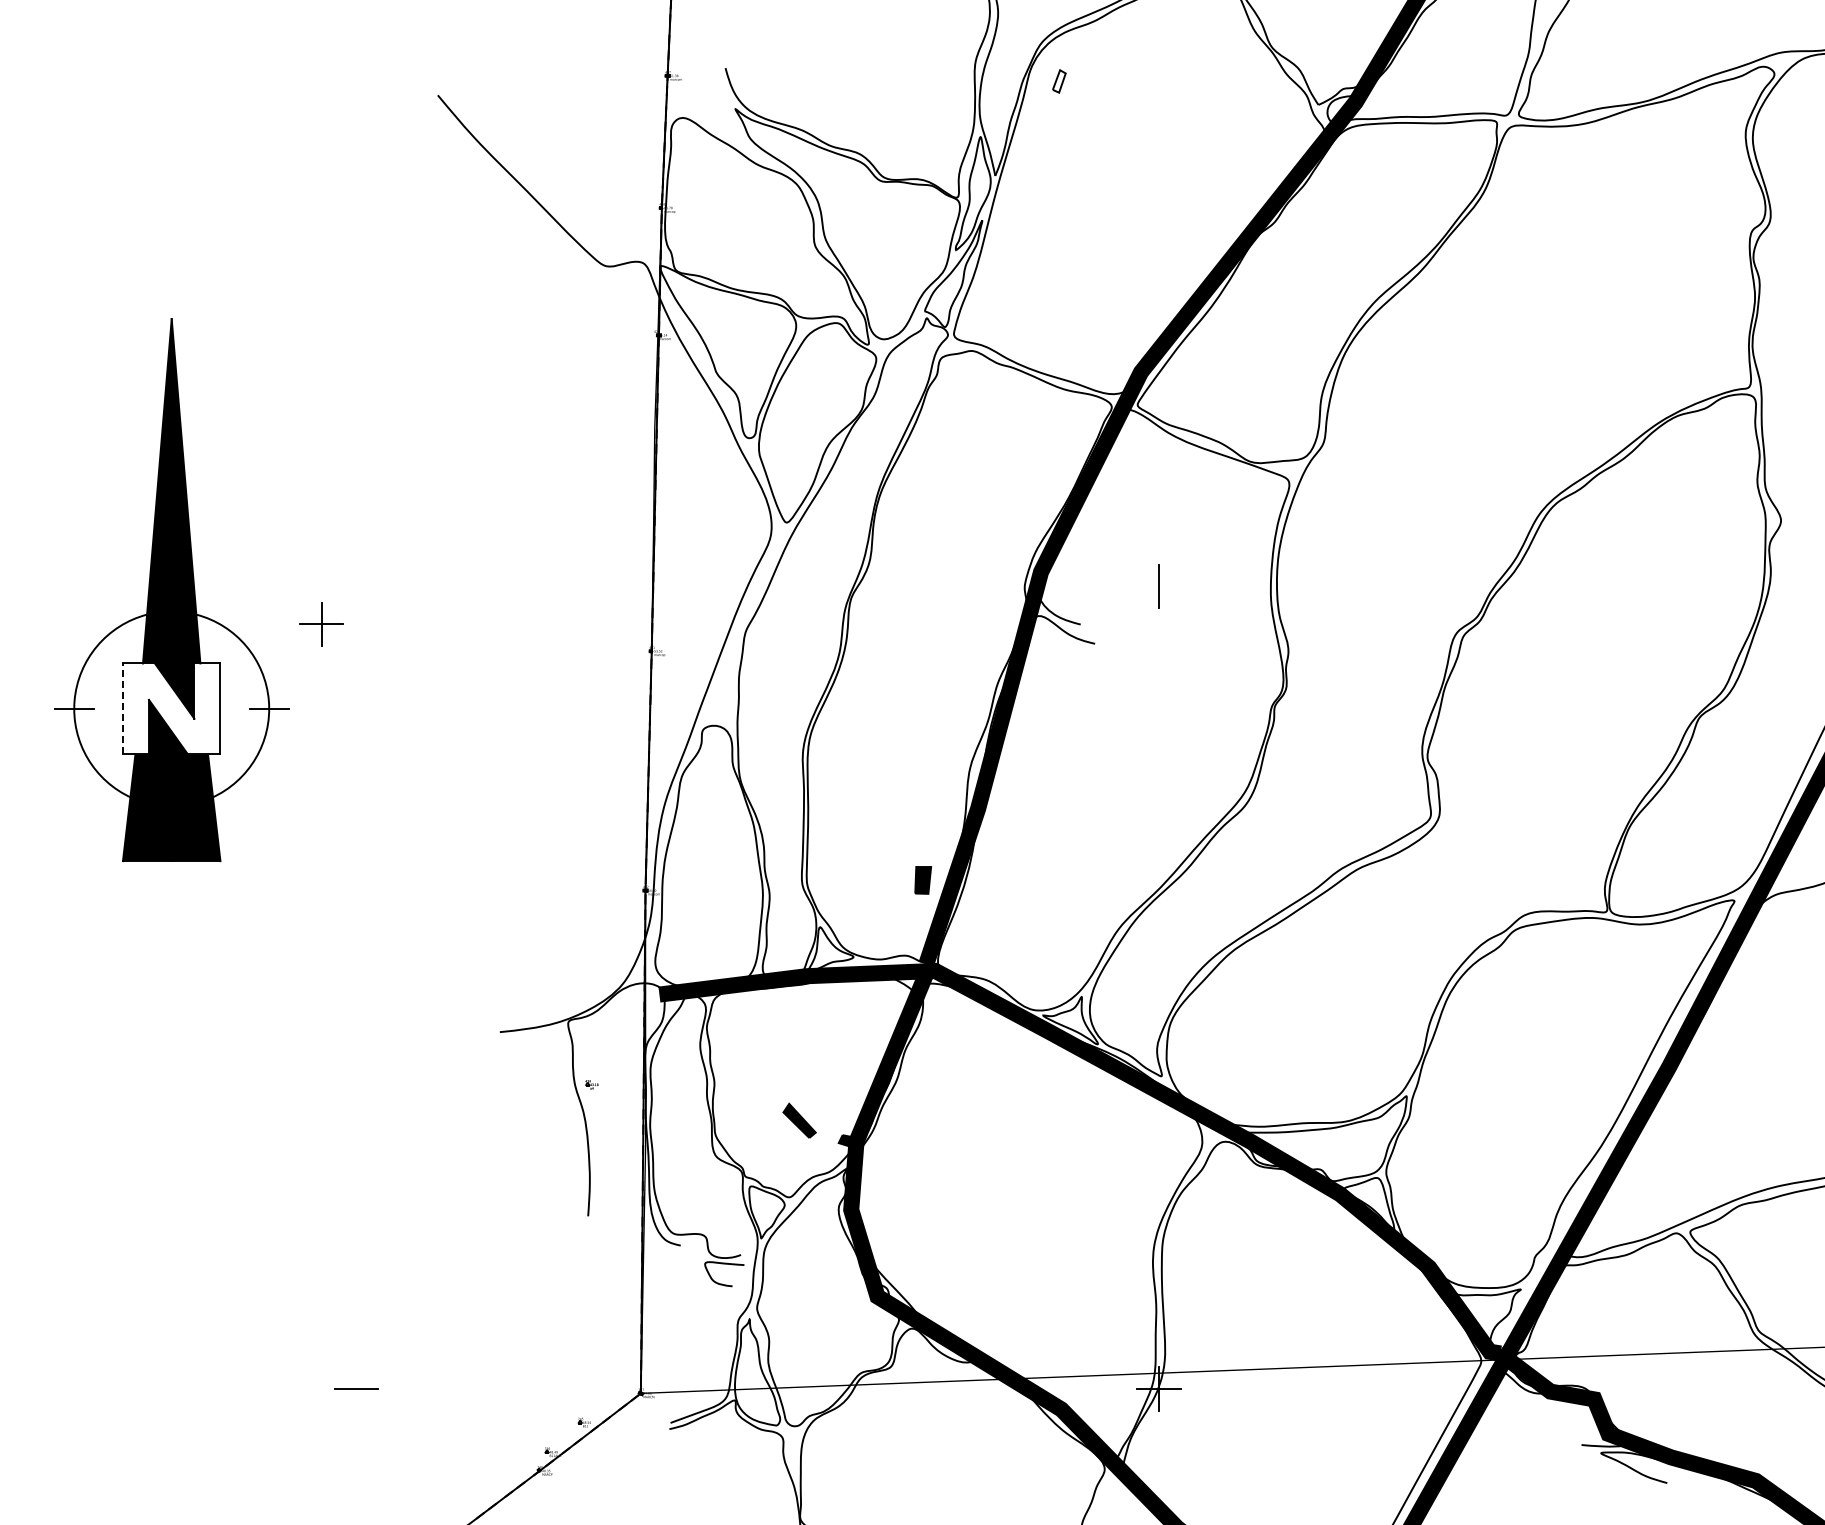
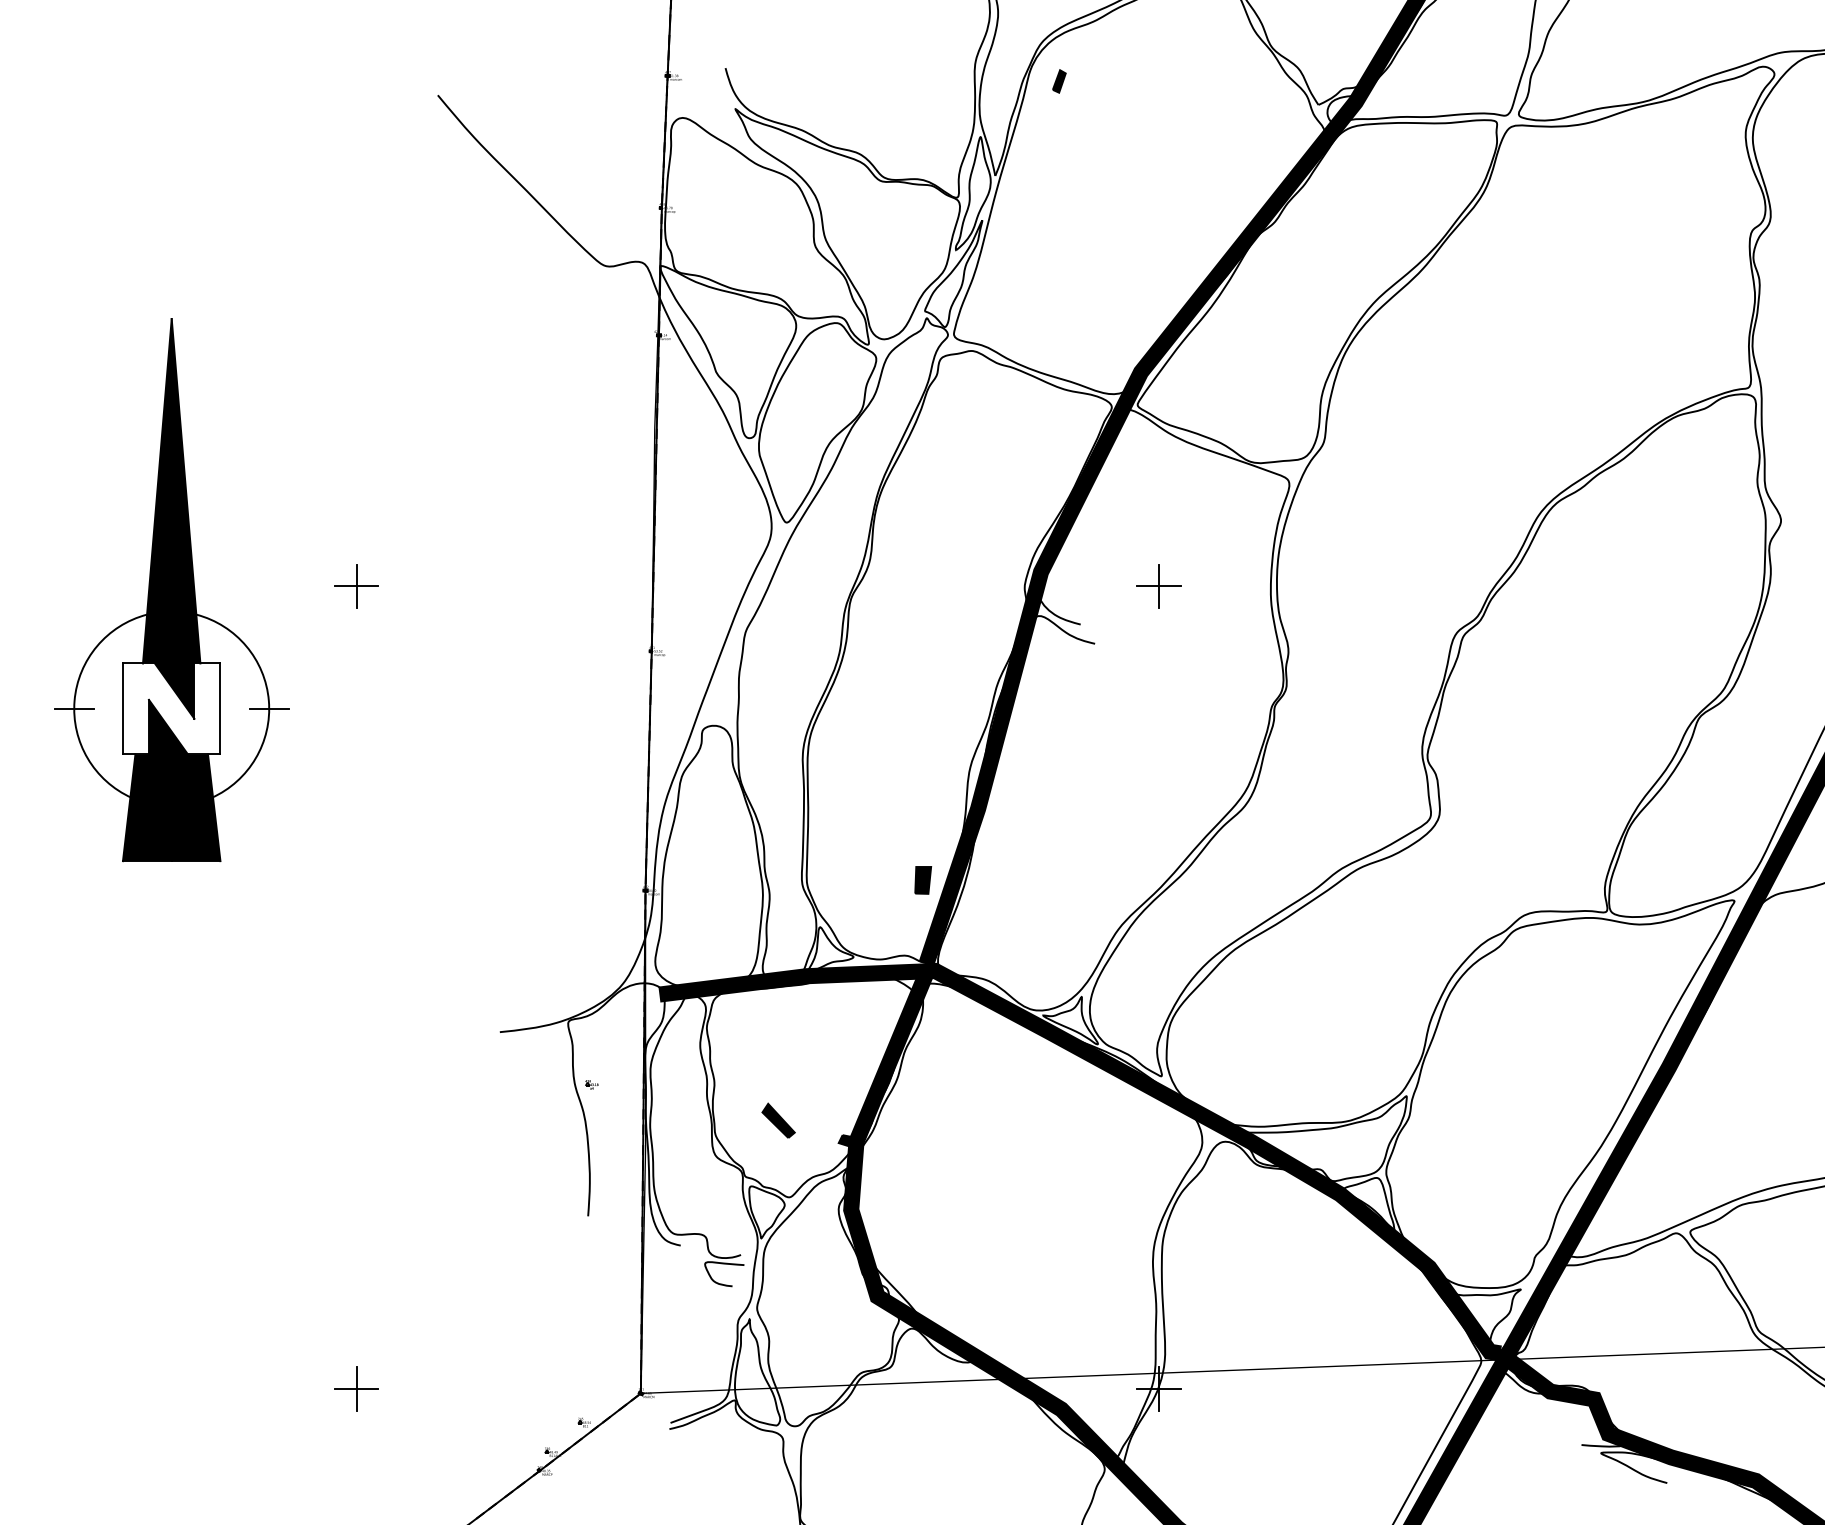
fill at (1058, 81): none -> present
line at (1158, 586): none -> present
part at (321, 624) position: (321, 624) -> (356, 586)
line at (122, 708): dashed -> solid
part at (799, 1120) position: (799, 1120) -> (778, 1120)
line at (356, 1388): none -> present
